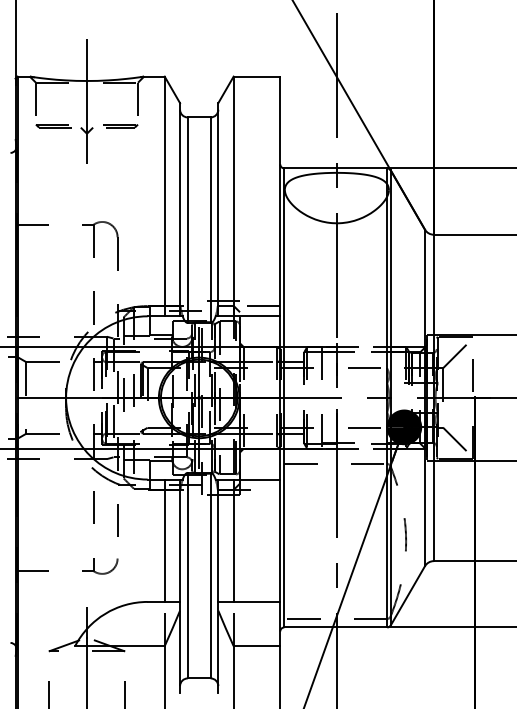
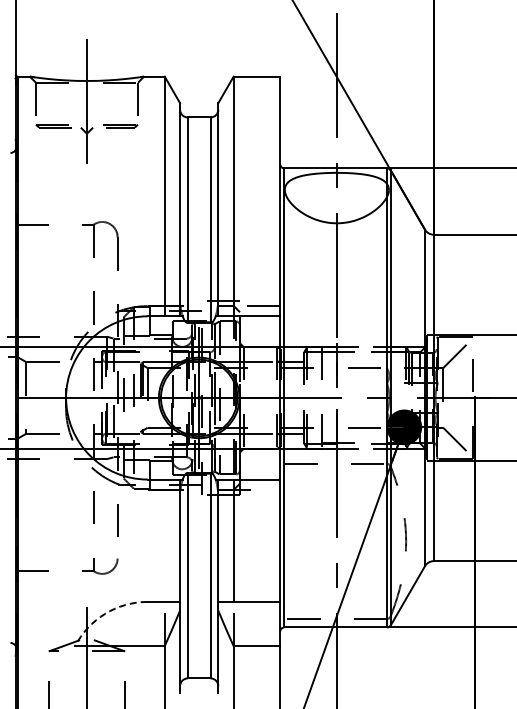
line at (164, 540): present -> none
arc at (105, 613): solid -> dashed
